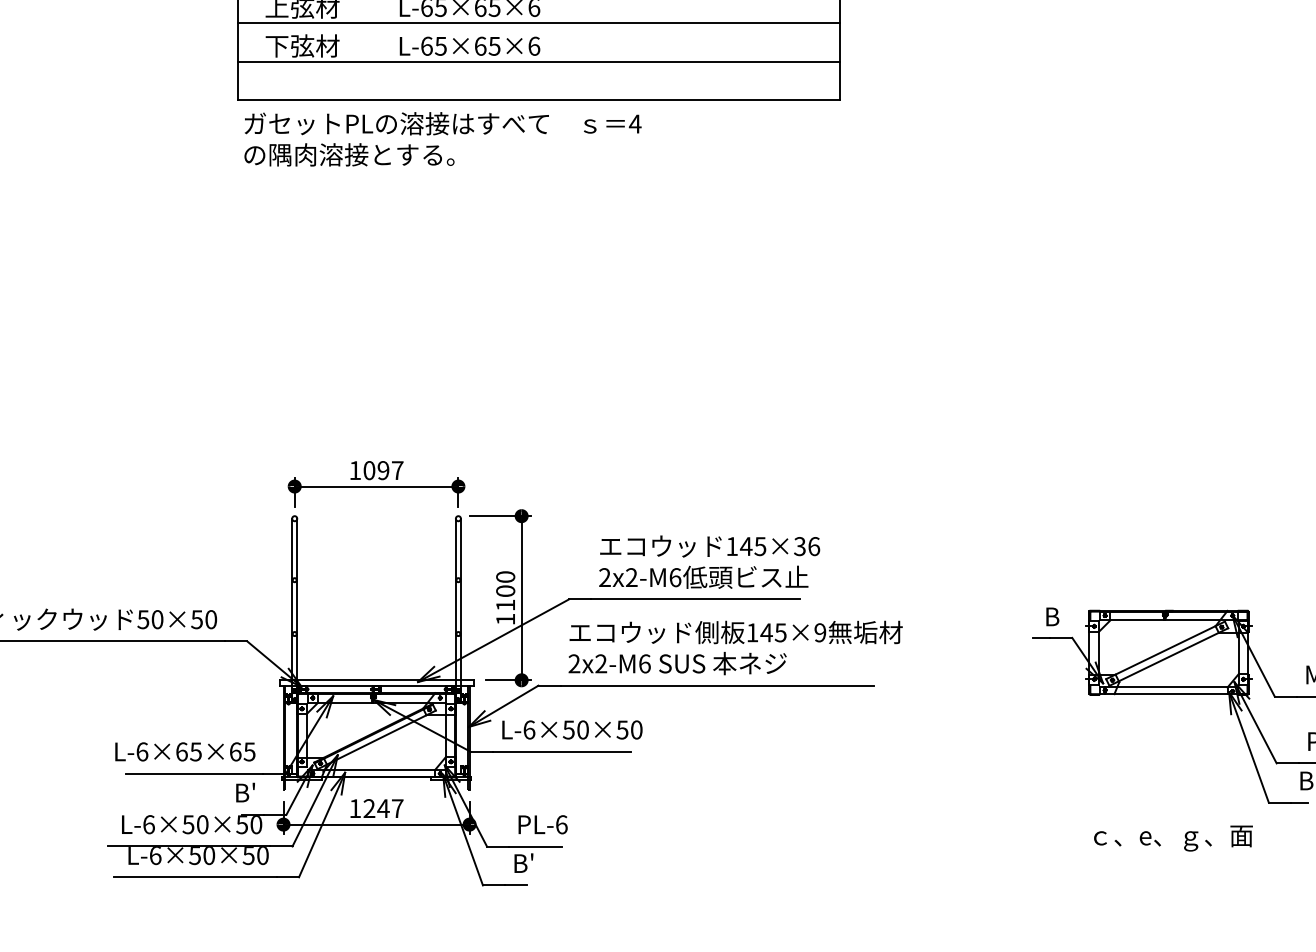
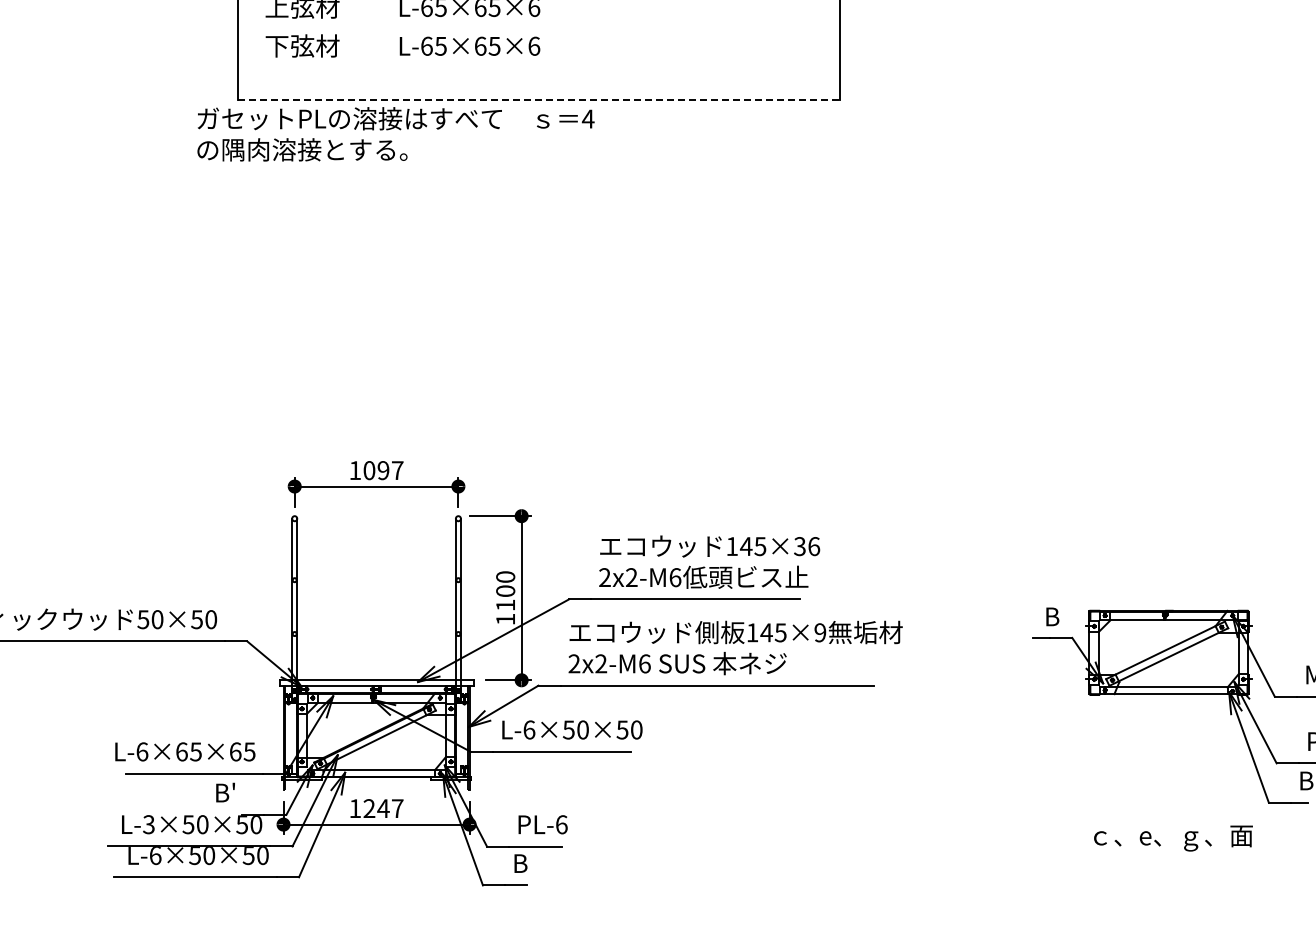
line at (538, 22): present -> none
line at (538, 61): present -> none
line at (539, 100): solid -> dashed
text at (442, 139) position: (442, 139) -> (395, 134)
text at (245, 792) position: (245, 792) -> (225, 792)
text at (148, 824): L-6×50×50 -> L-3×50×50
text at (532, 856): B' -> B
